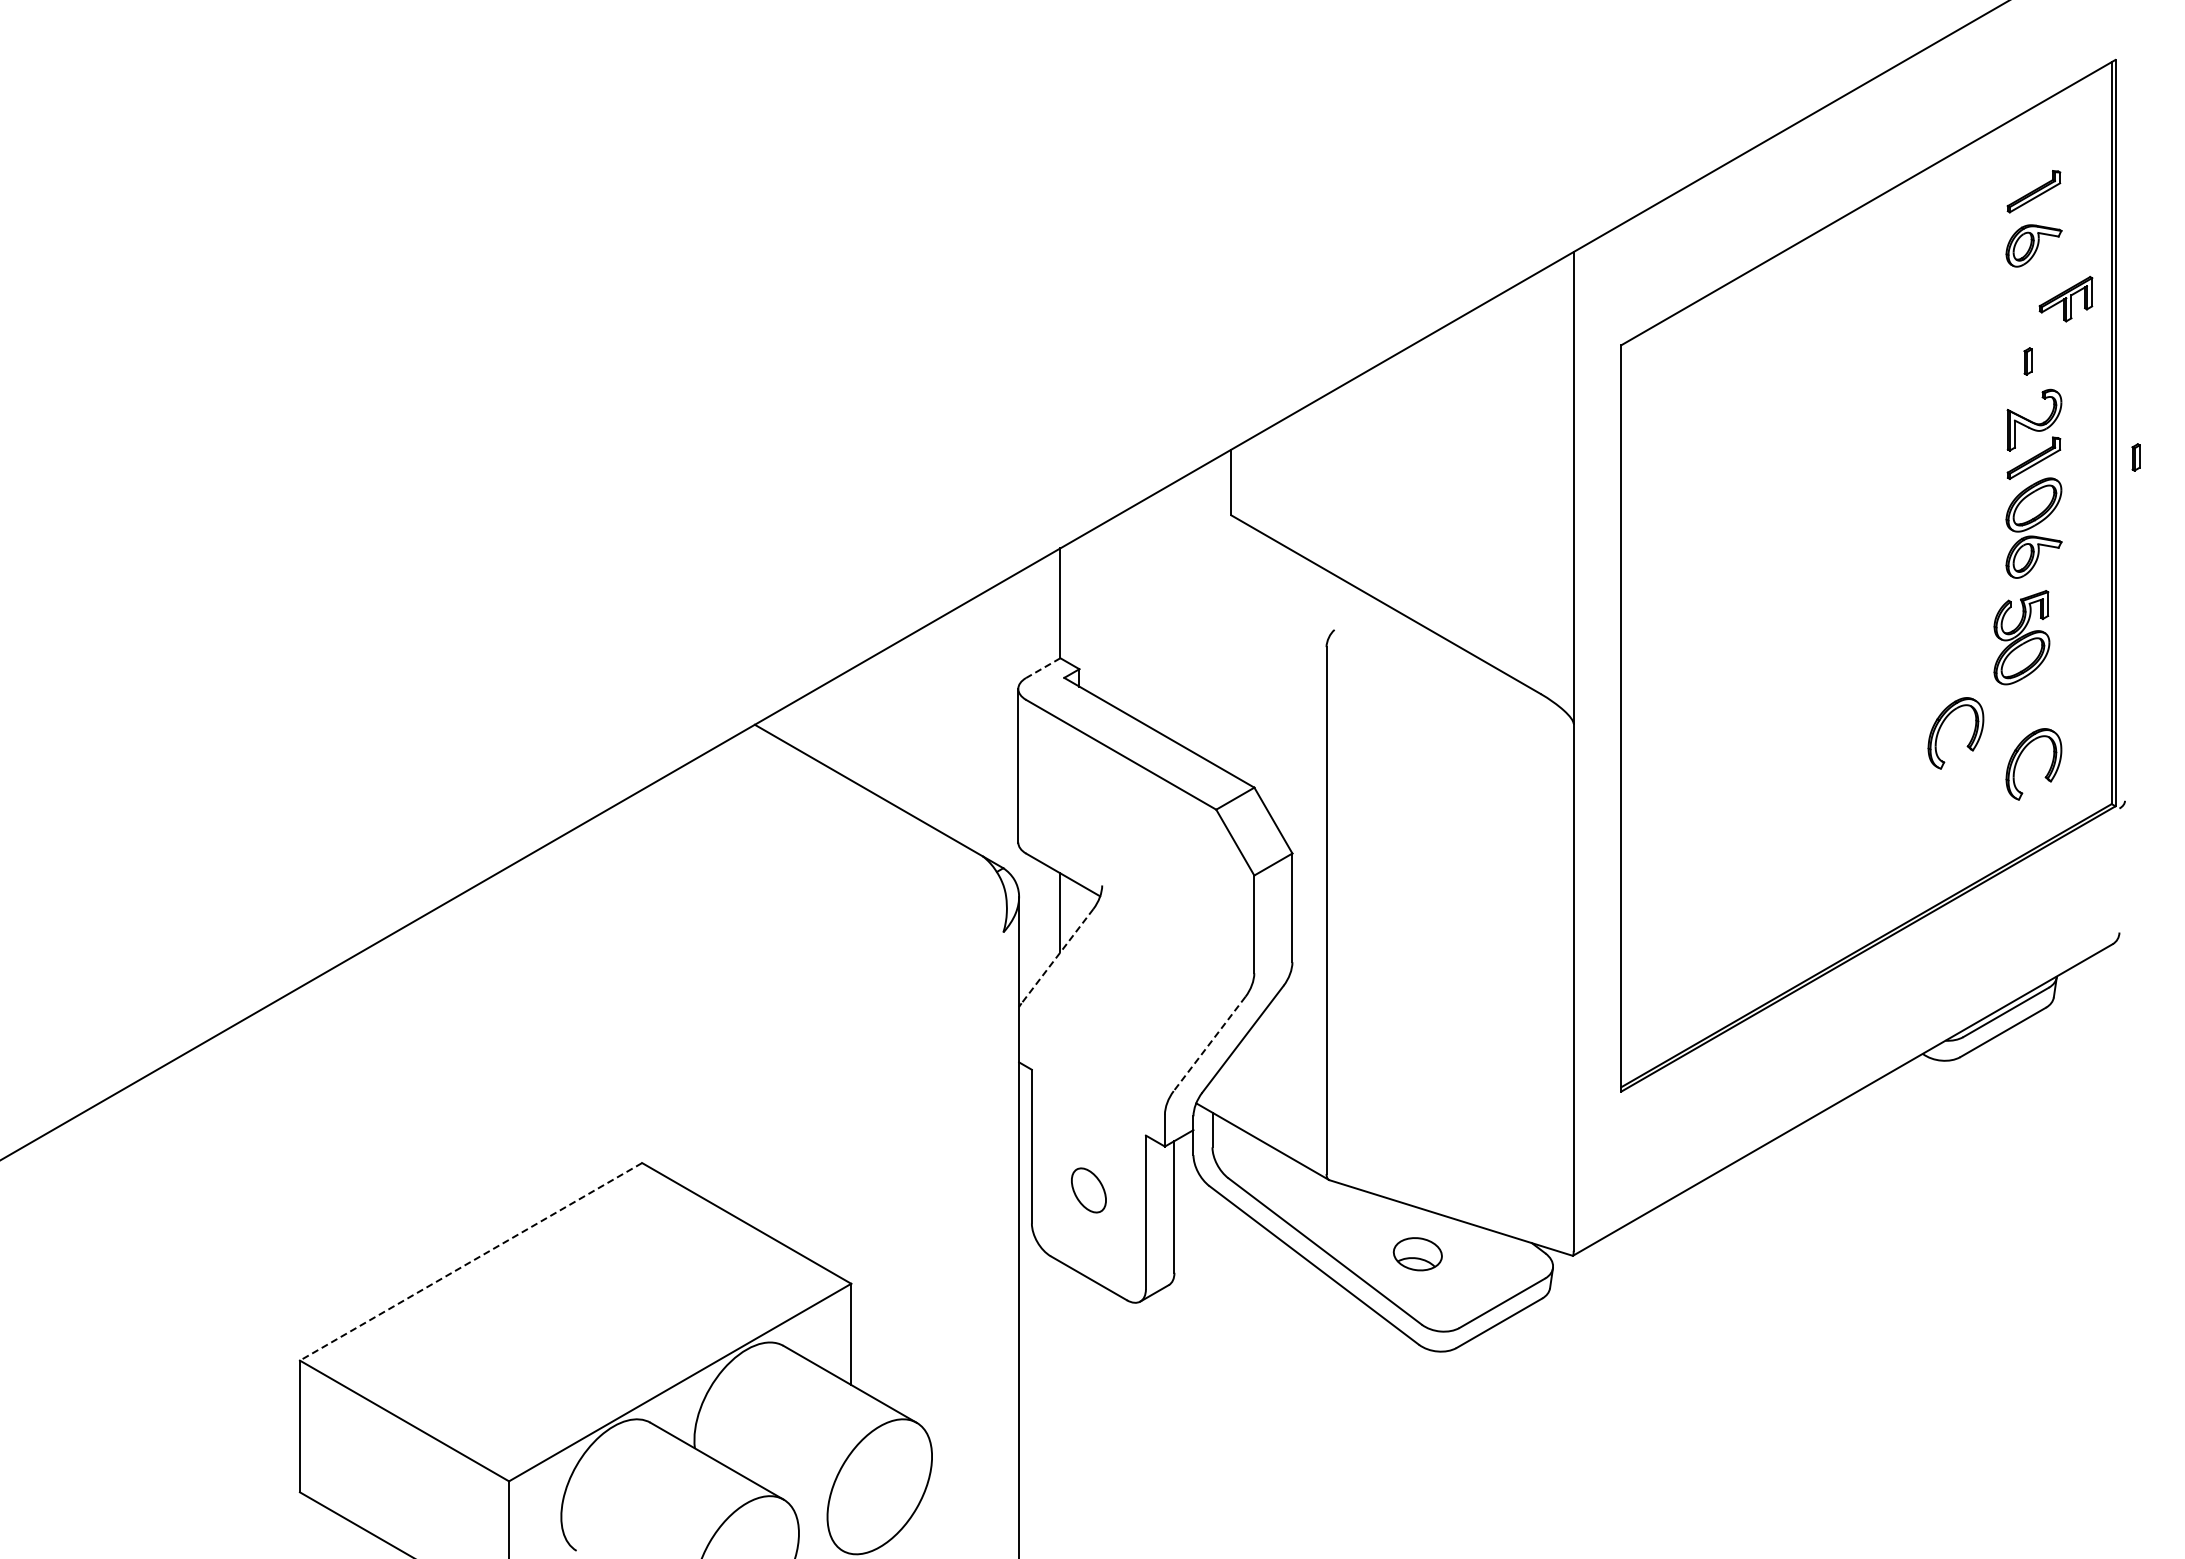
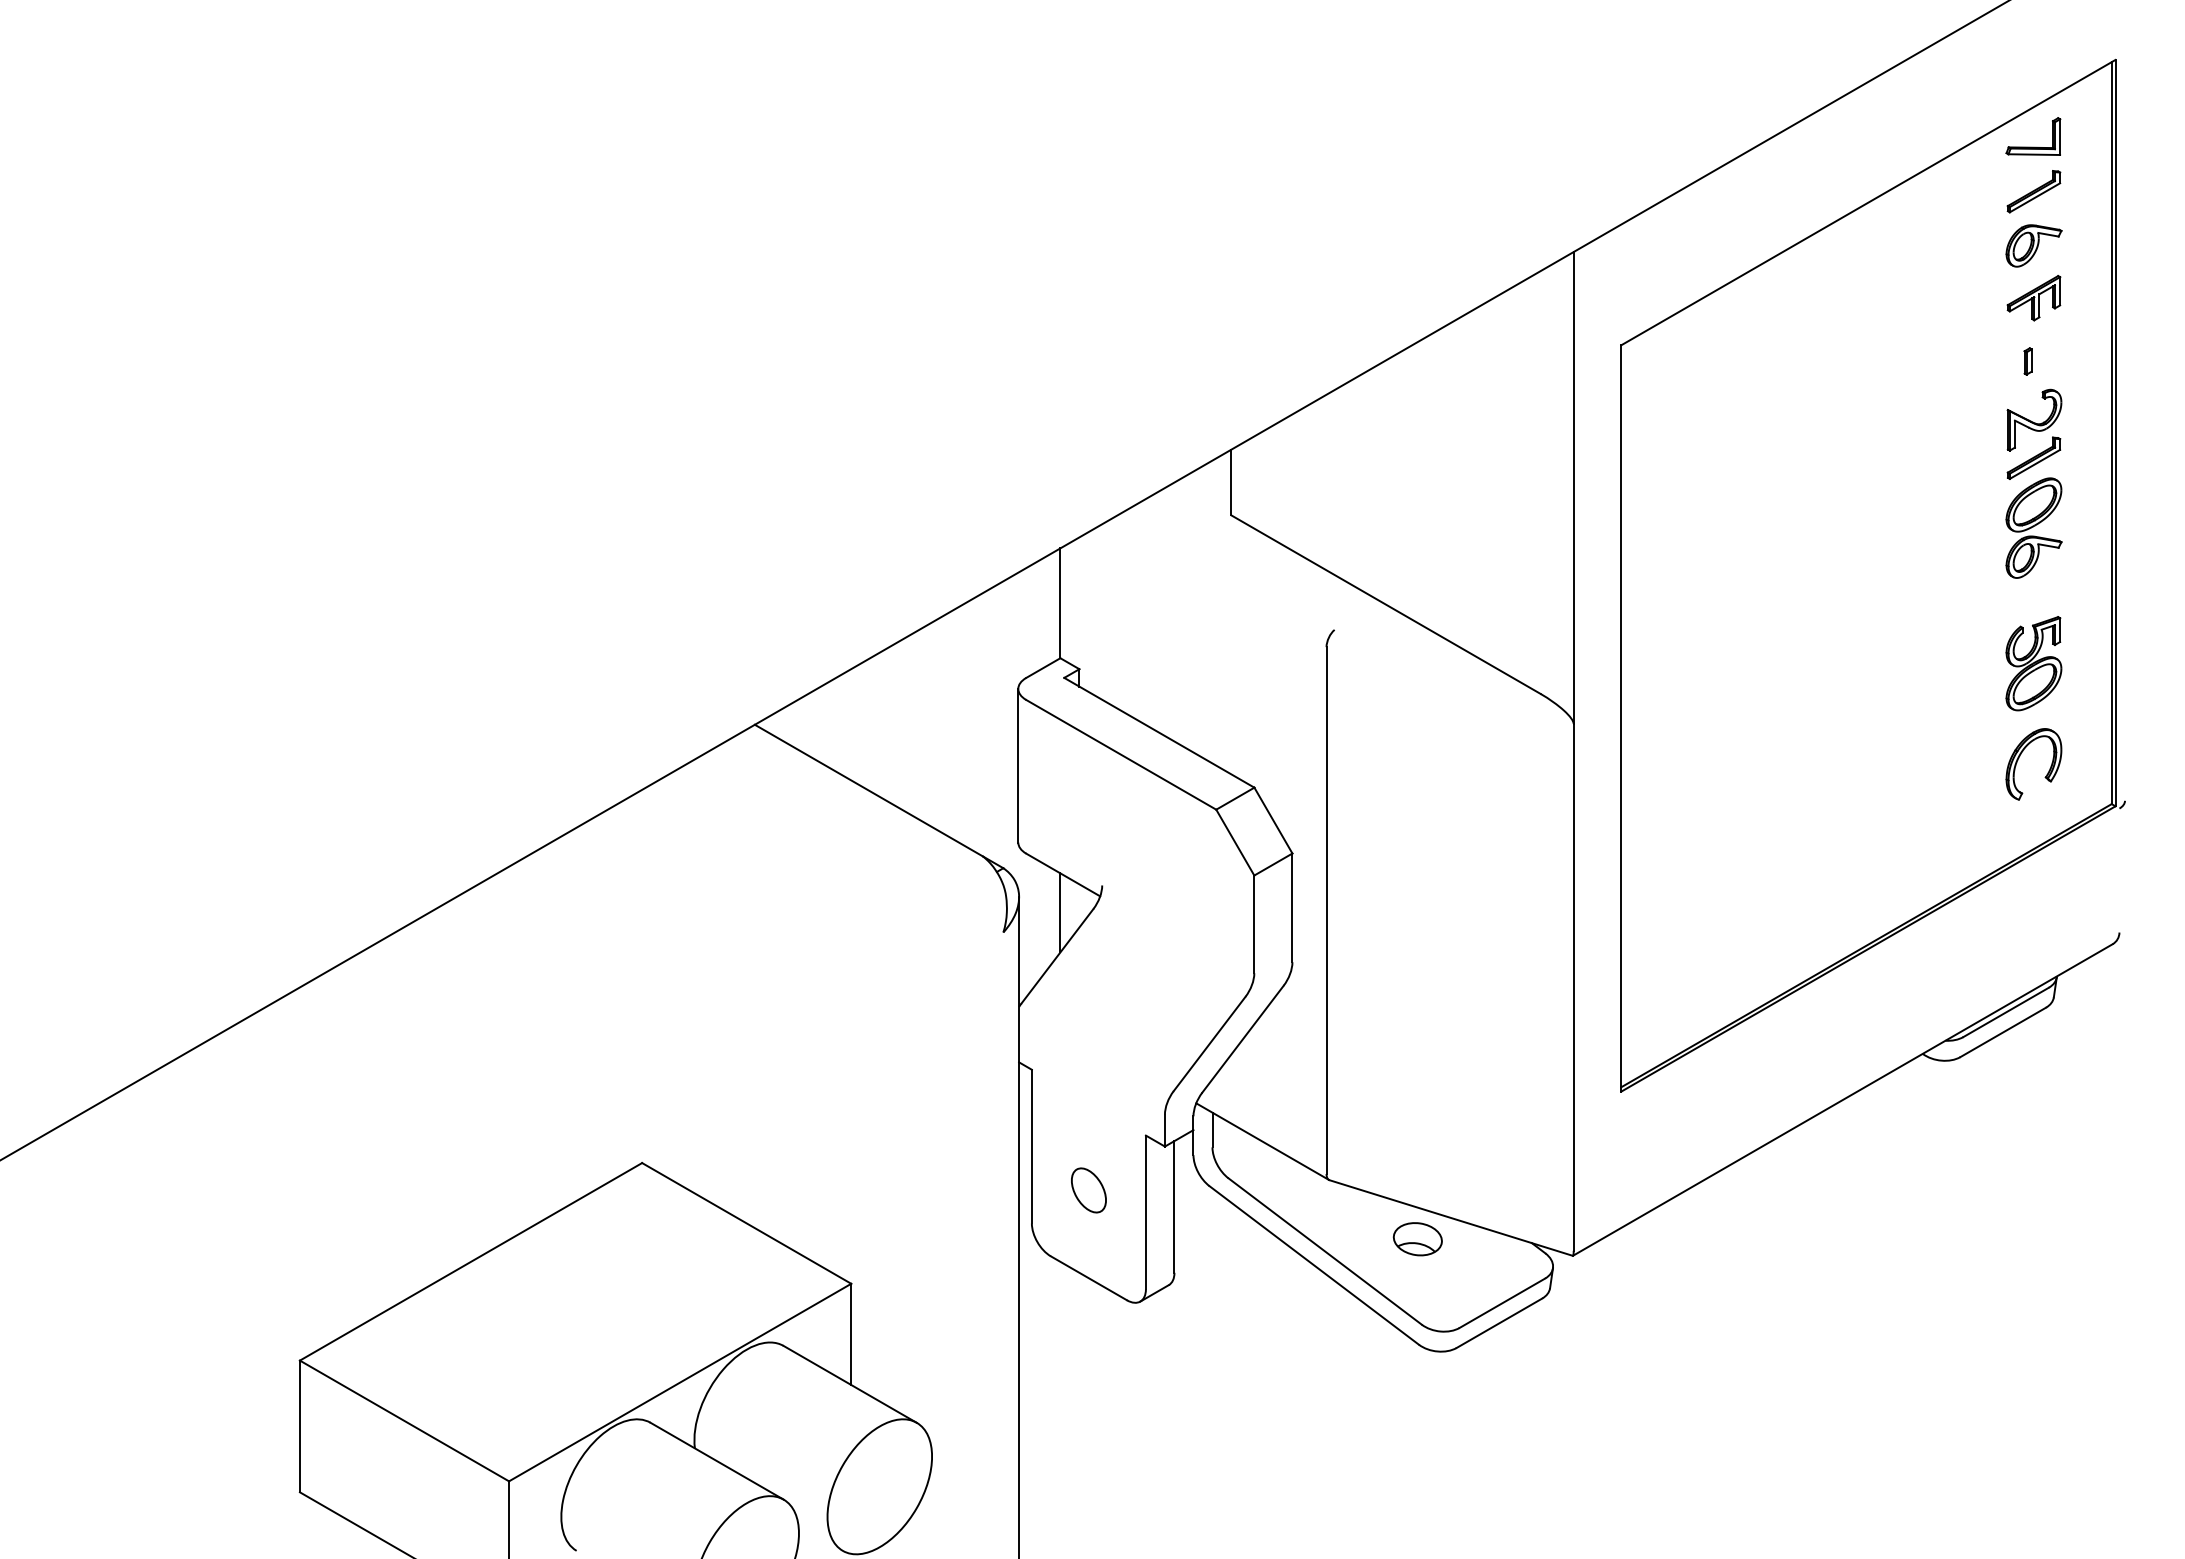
part at (2033, 146): none -> present
part at (2065, 299) position: (2065, 299) -> (2033, 298)
part at (2135, 457): present -> none
part at (2021, 637) position: (2021, 637) -> (2033, 663)
line at (1043, 668): dashed -> solid
part at (1941, 727): present -> none
line at (1057, 956): dashed -> solid
line at (1209, 1044): dashed -> solid
part at (1417, 1254) position: (1417, 1254) -> (1417, 1239)
line at (471, 1261): dashed -> solid
